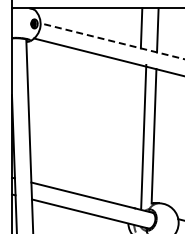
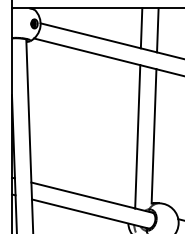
line at (112, 41): dashed -> solid
line at (143, 136) position: (143, 136) -> (137, 136)
